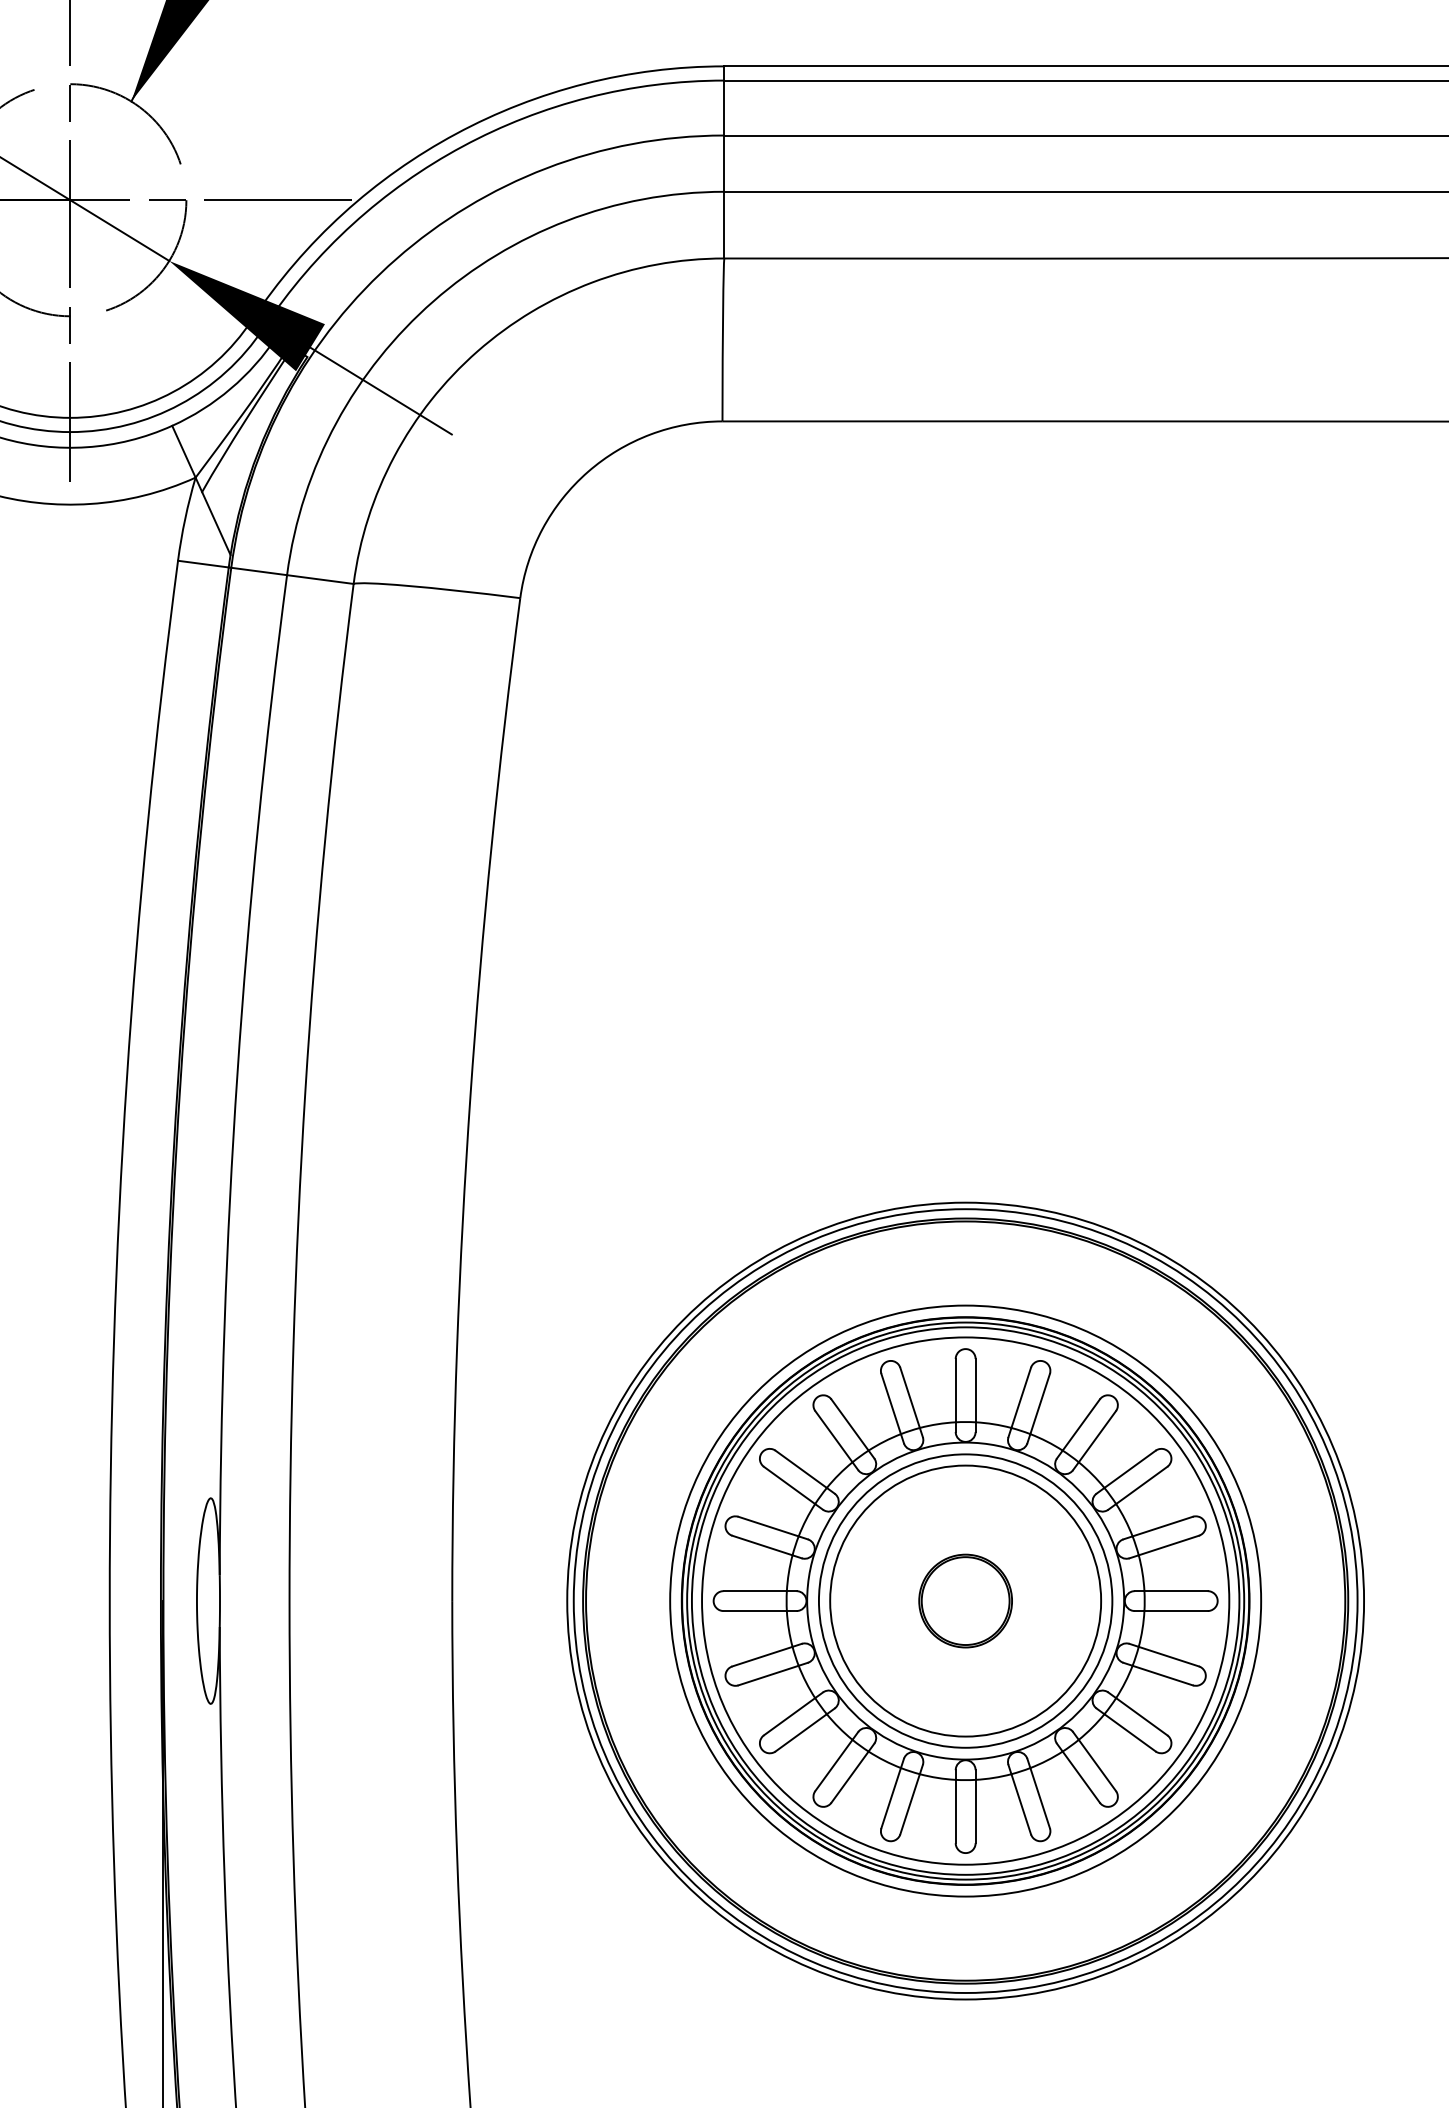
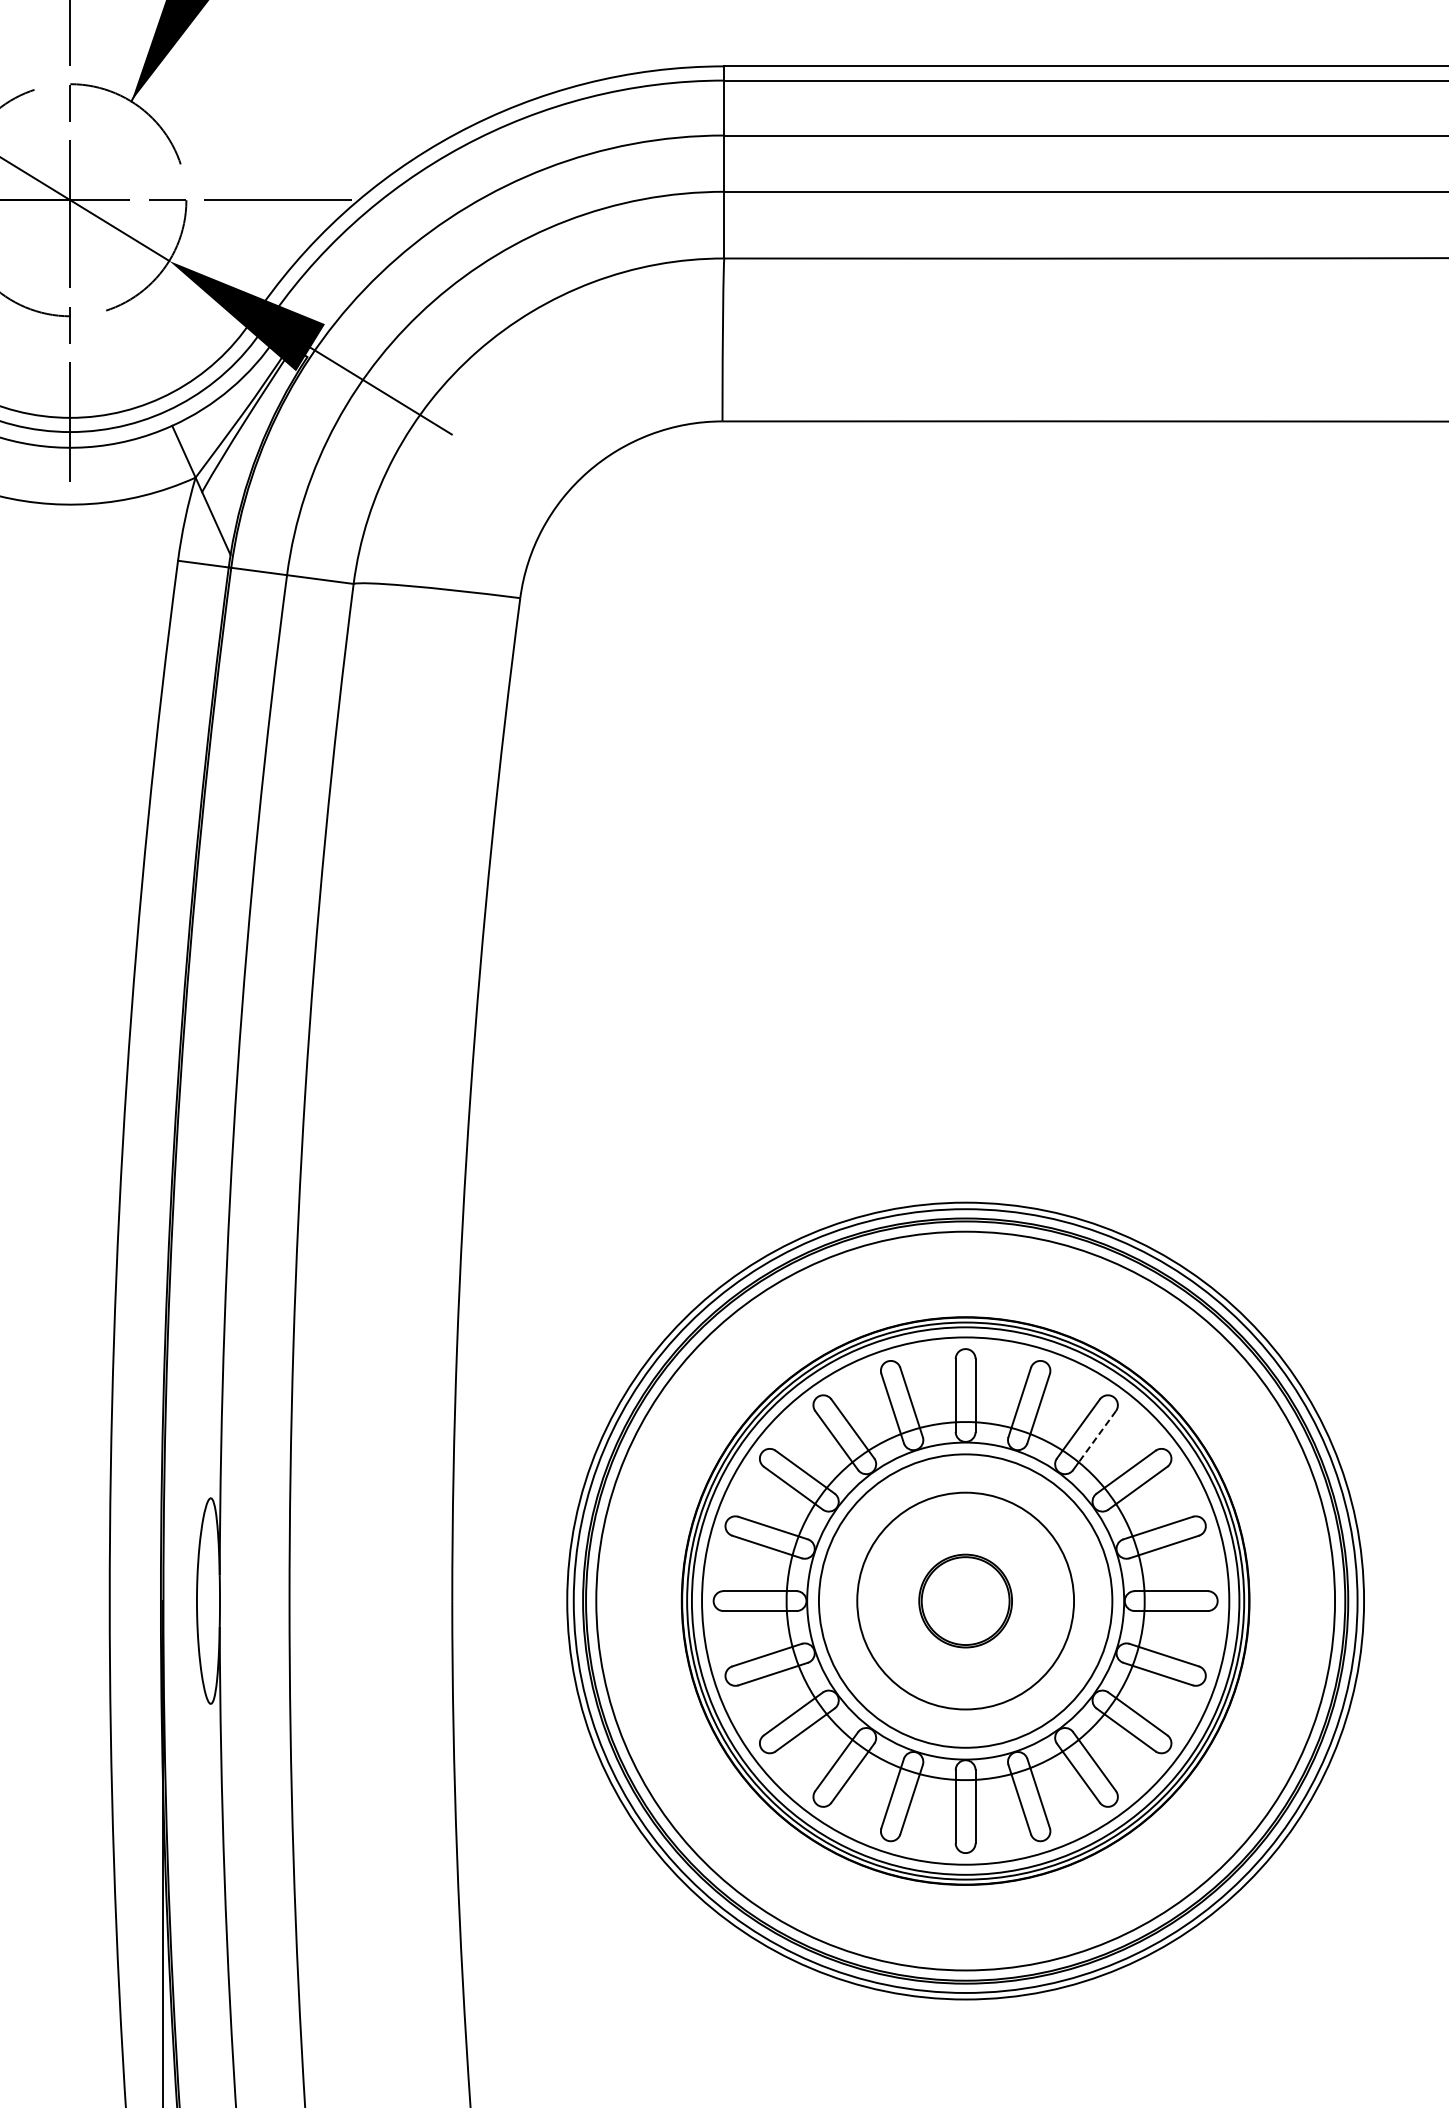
line at (1097, 1436): solid -> dashed
circle at (965, 1600) diameter: 271 px -> 217 px
circle at (965, 1600) diameter: 591 px -> 739 px
